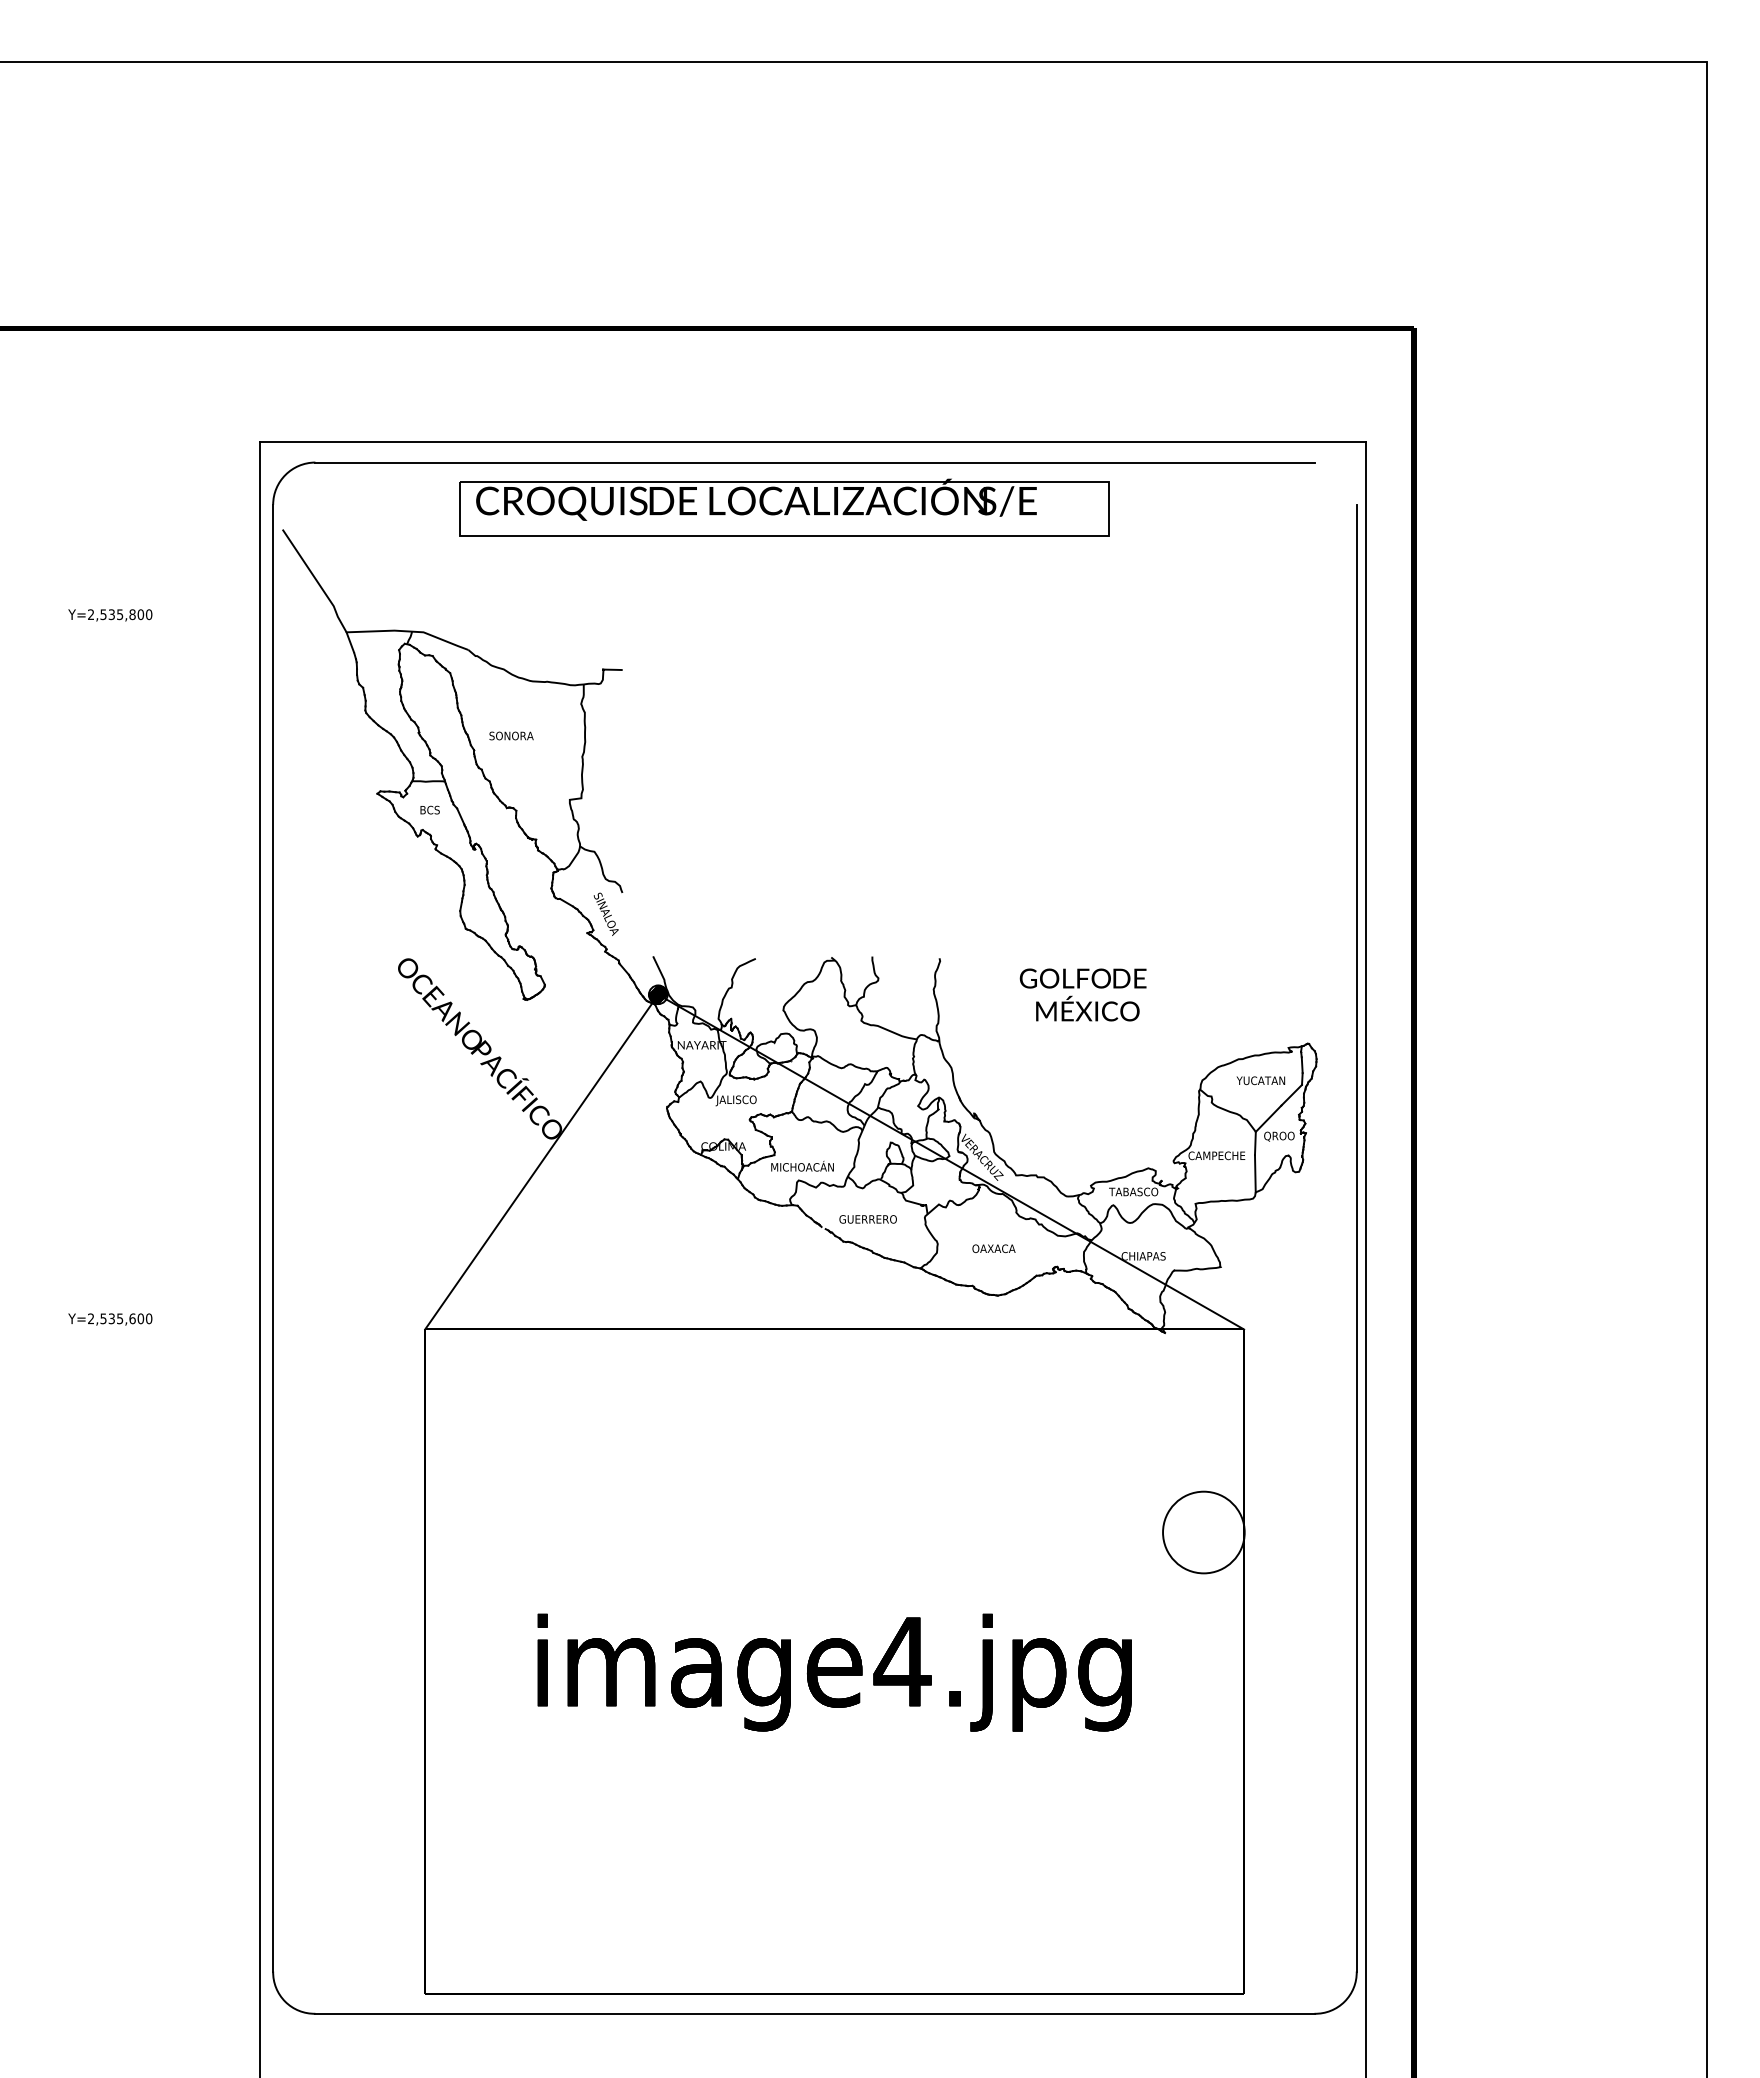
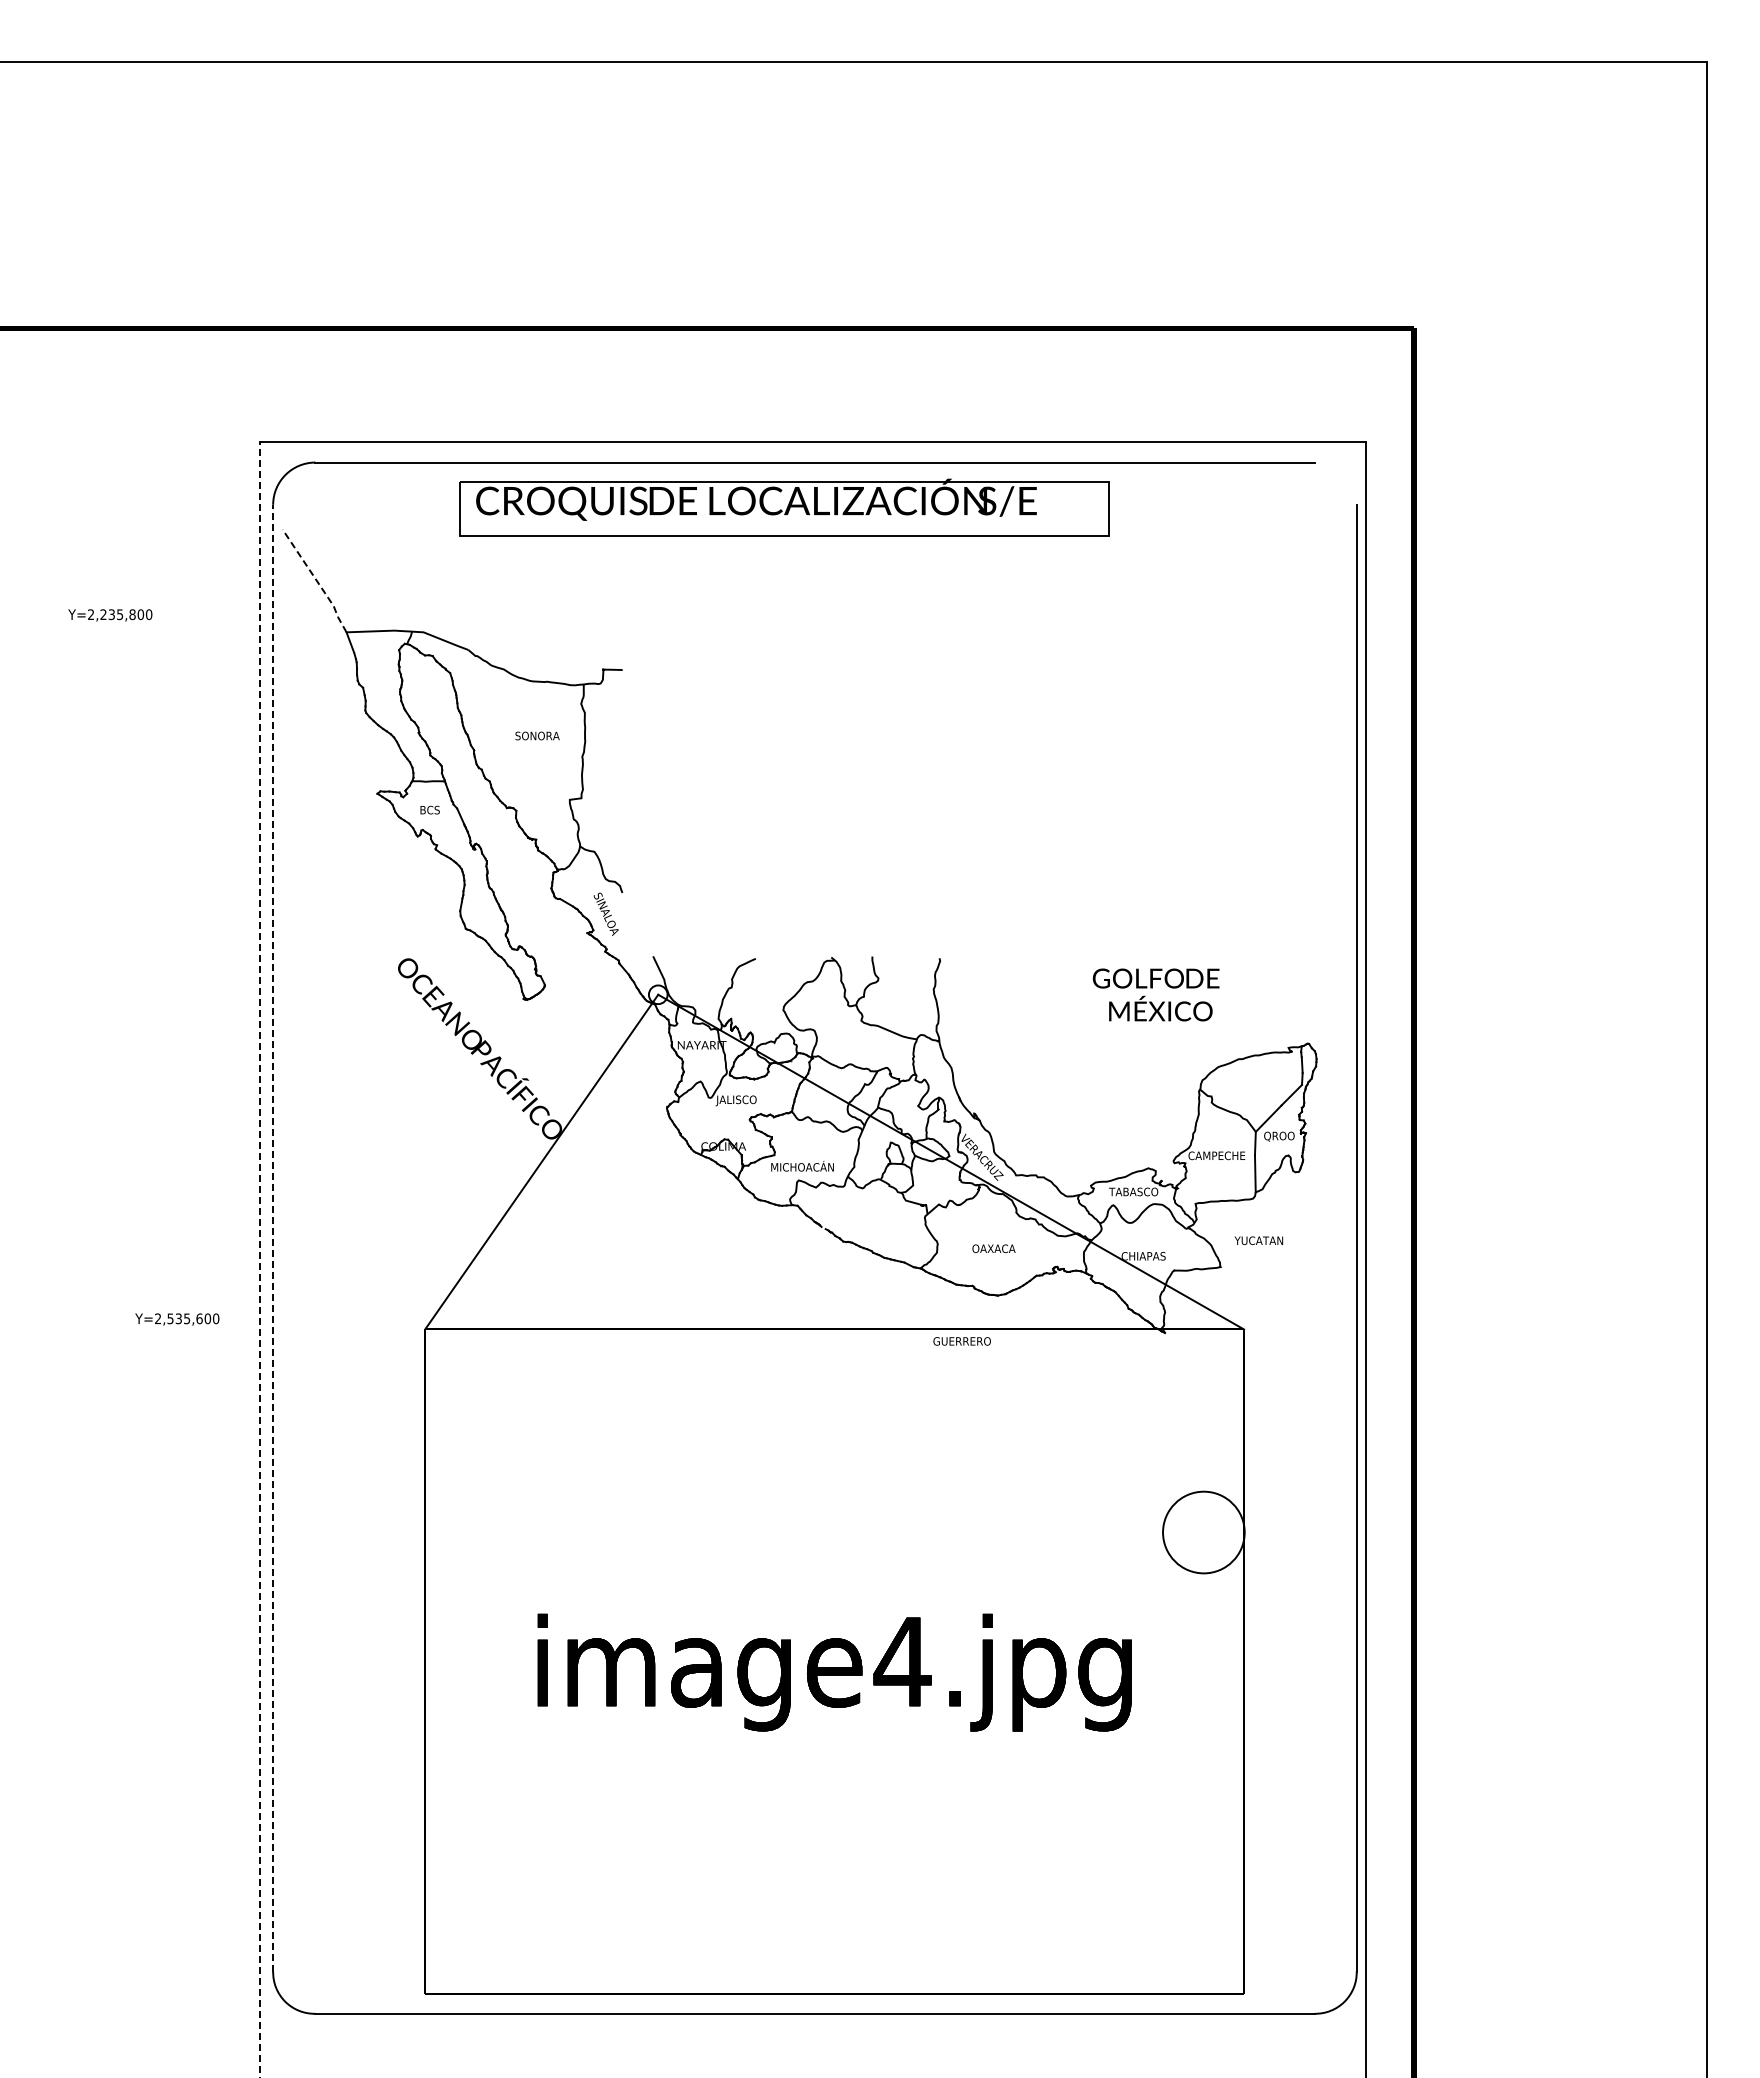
line at (316, 580): solid -> dashed
text at (103, 614): Y=2,535,800 -> Y=2,235,800
text at (511, 735) position: (511, 735) -> (537, 735)
hatch at (657, 994): present -> none
text at (1082, 994) position: (1082, 994) -> (1155, 994)
text at (1260, 1080) position: (1260, 1080) -> (1258, 1240)
text at (867, 1219) position: (867, 1219) -> (961, 1341)
line at (273, 1237): solid -> dashed
line at (259, 1259): solid -> dashed
text at (110, 1319) position: (110, 1319) -> (177, 1319)
